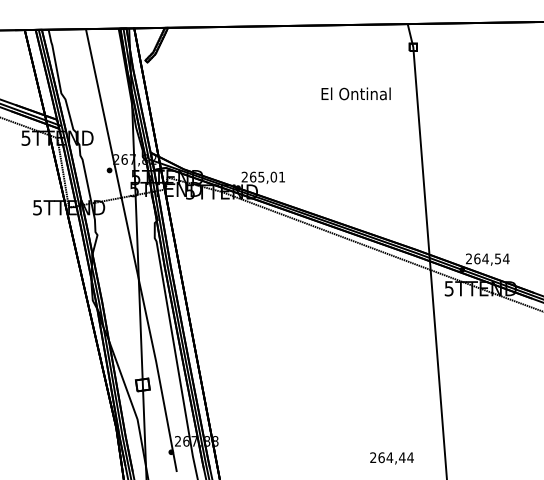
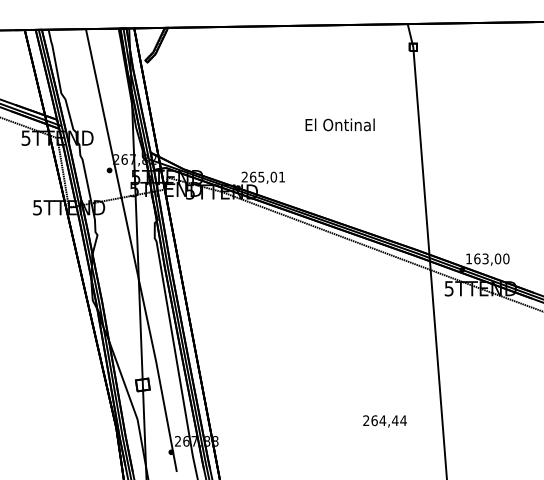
text at (355, 93) position: (355, 93) -> (339, 124)
text at (487, 258): 264,54 -> 163,00
text at (391, 458) position: (391, 458) -> (384, 421)
